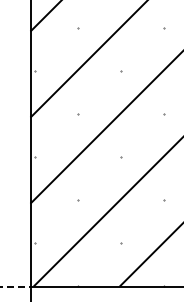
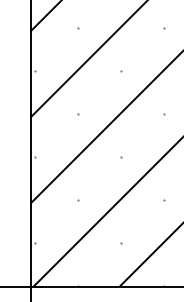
line at (15, 286): dashed -> solid
